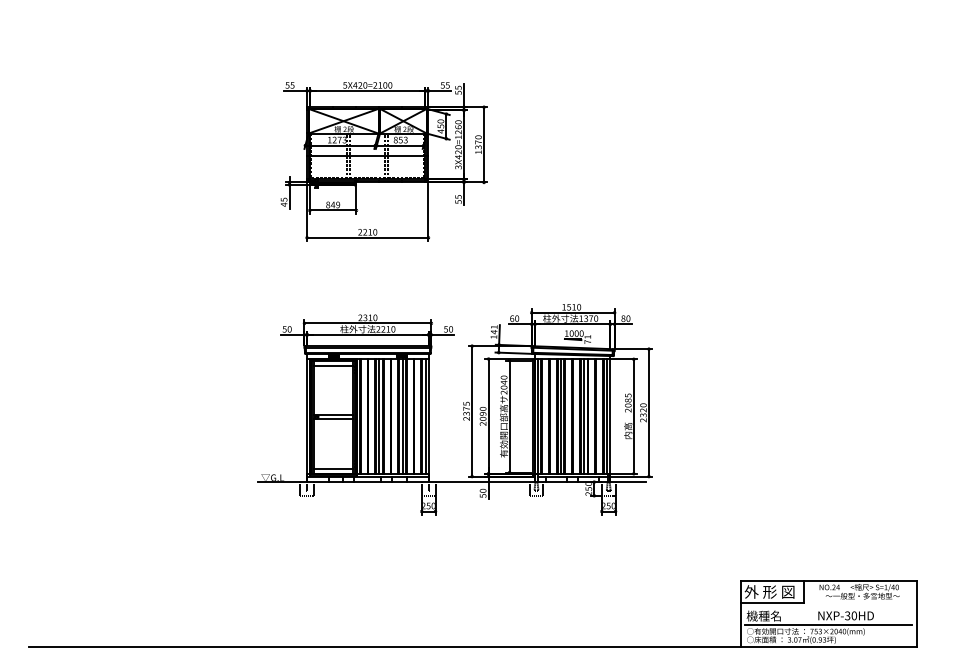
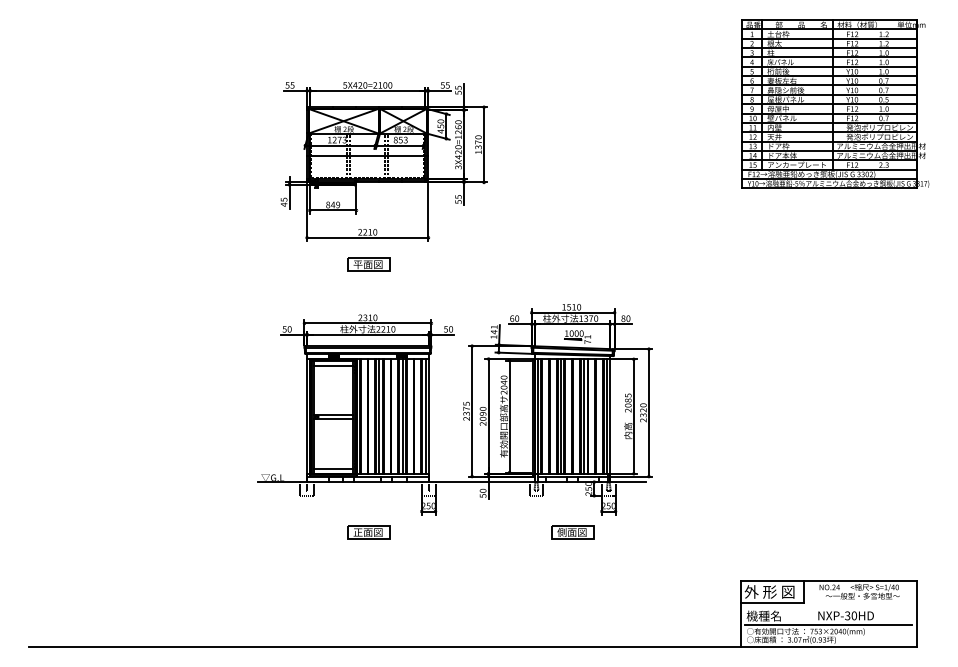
part at (835, 103): none -> present
part at (368, 264): none -> present
part at (368, 532): none -> present
part at (572, 532): none -> present
